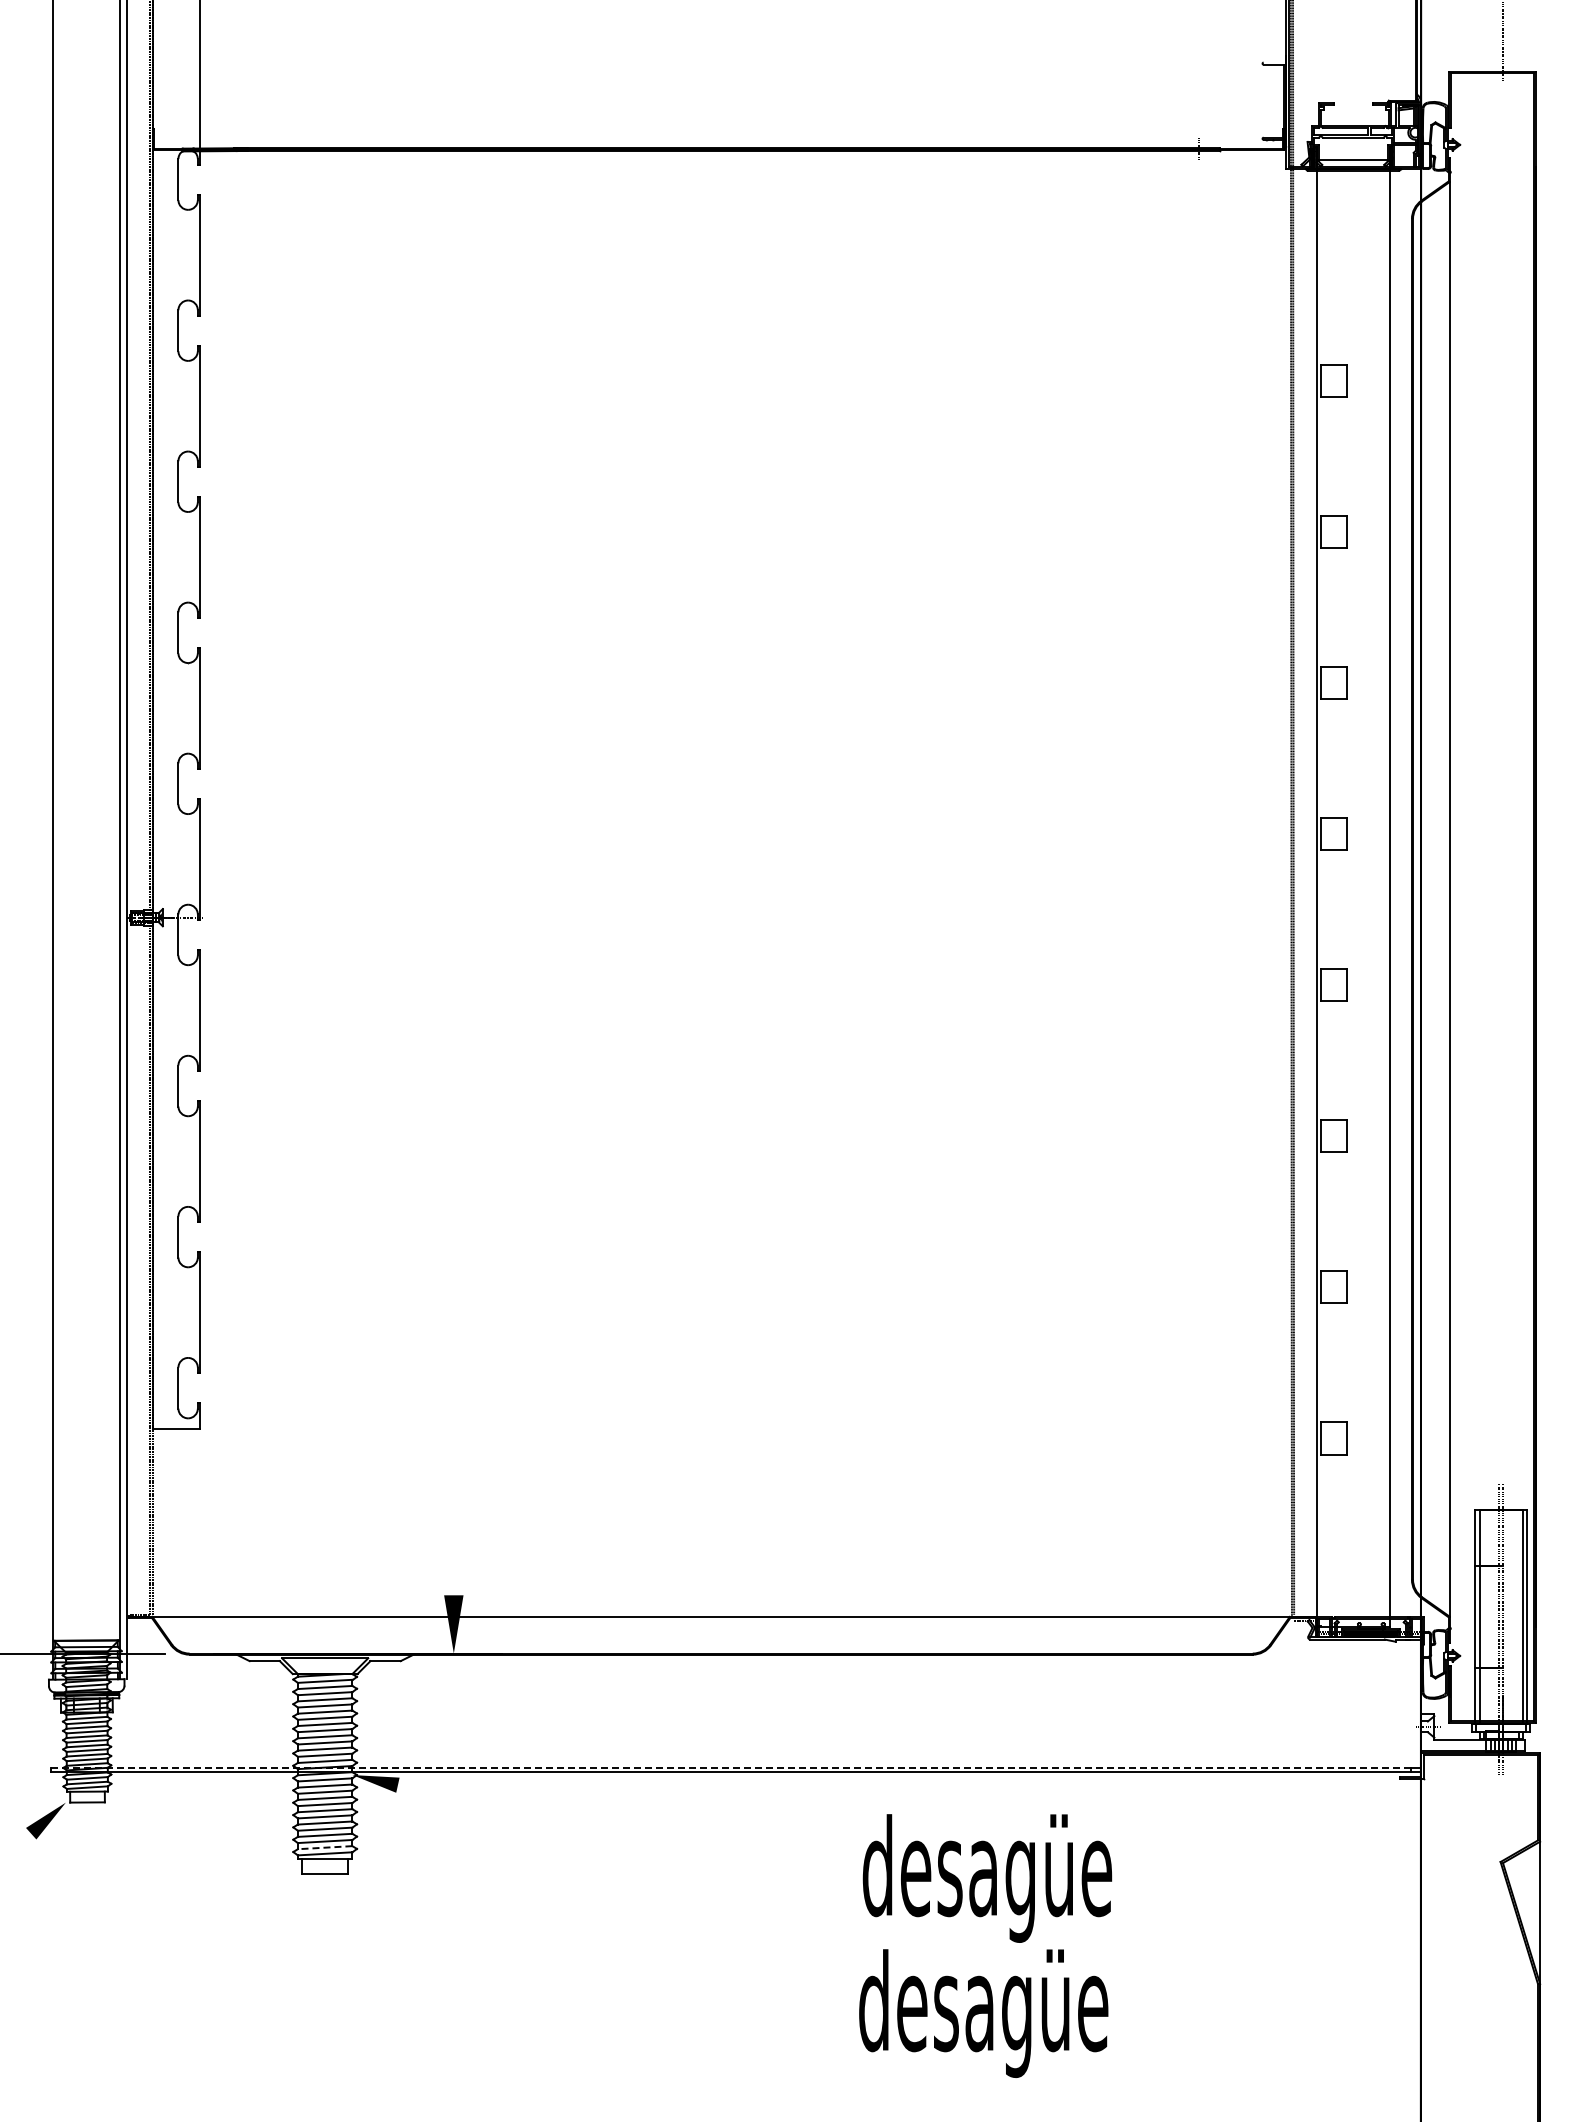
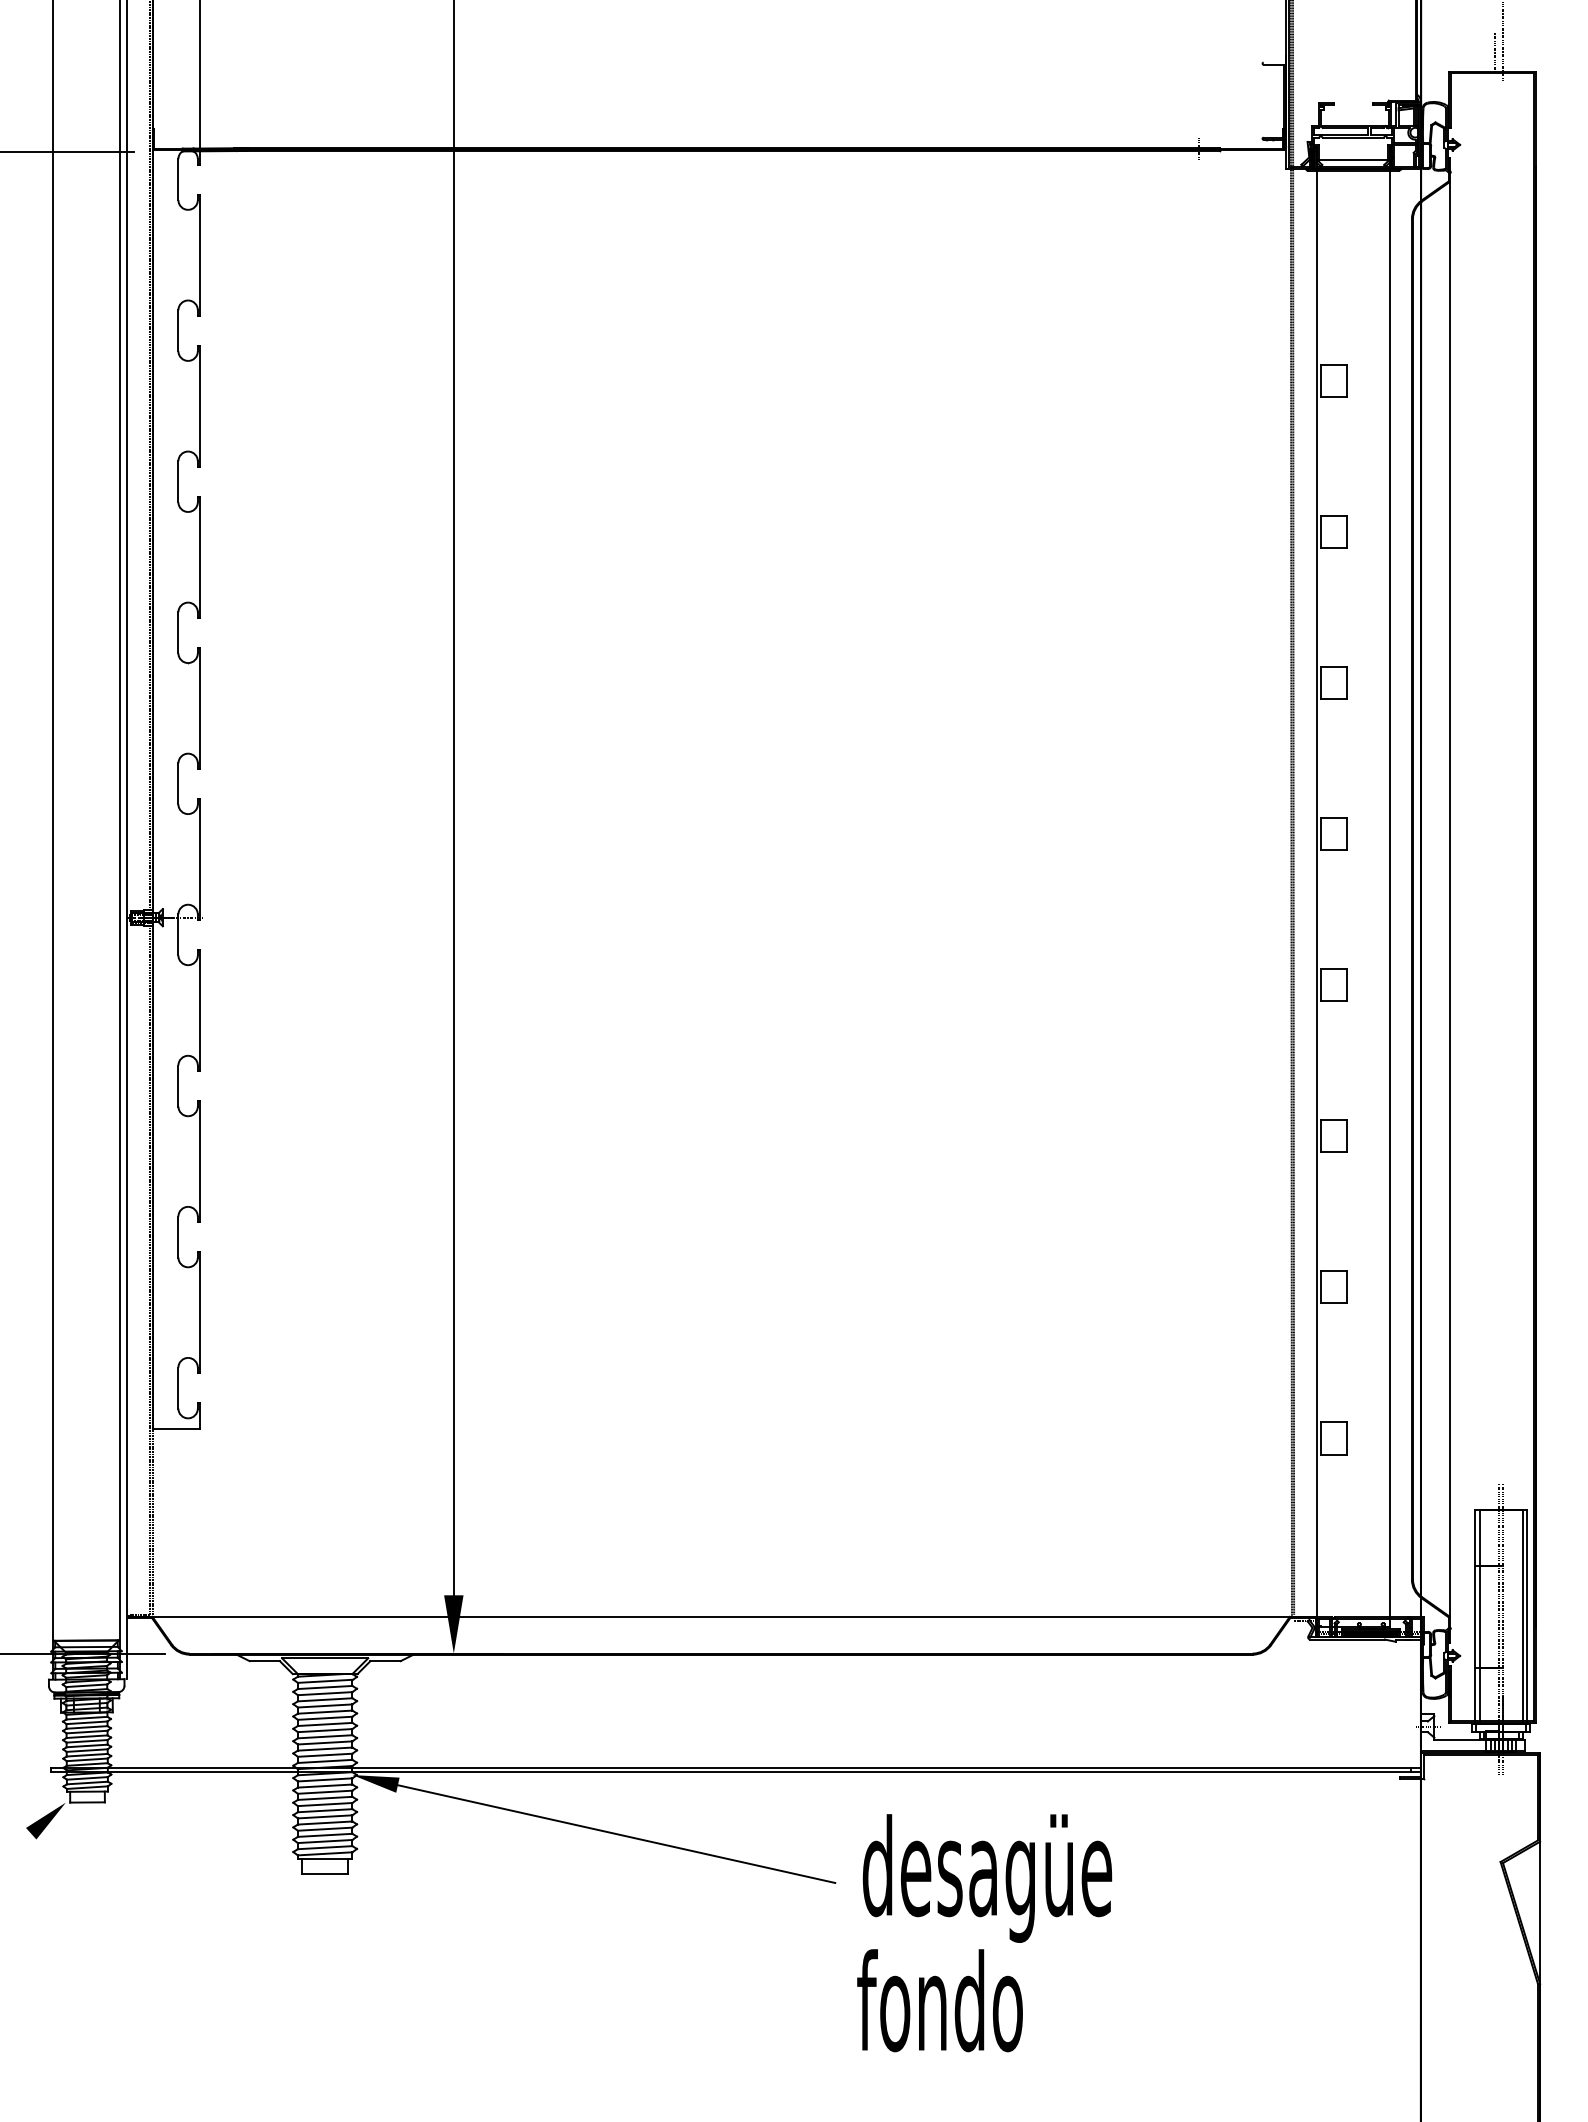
line at (1494, 52): none -> present
line at (67, 152): none -> present
line at (453, 798): none -> present
line at (730, 1767): dashed -> solid
line at (616, 1833): none -> present
line at (324, 1847): dashed -> solid
text at (982, 2013): desagüe -> fondo
